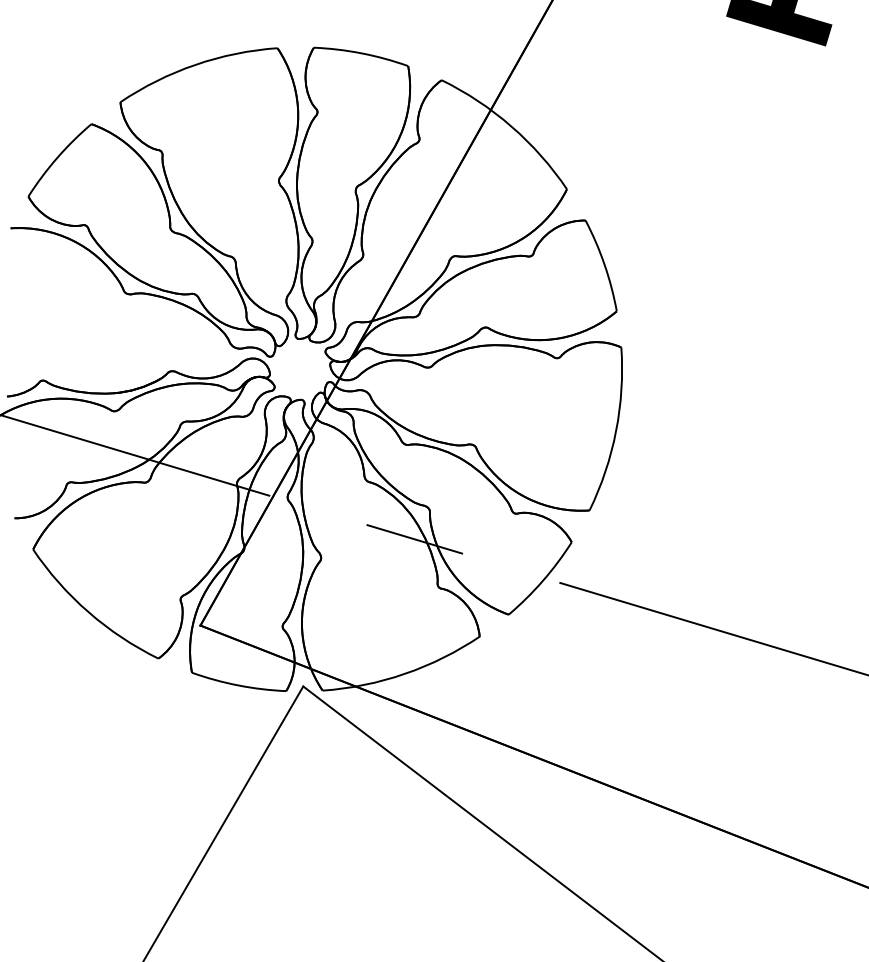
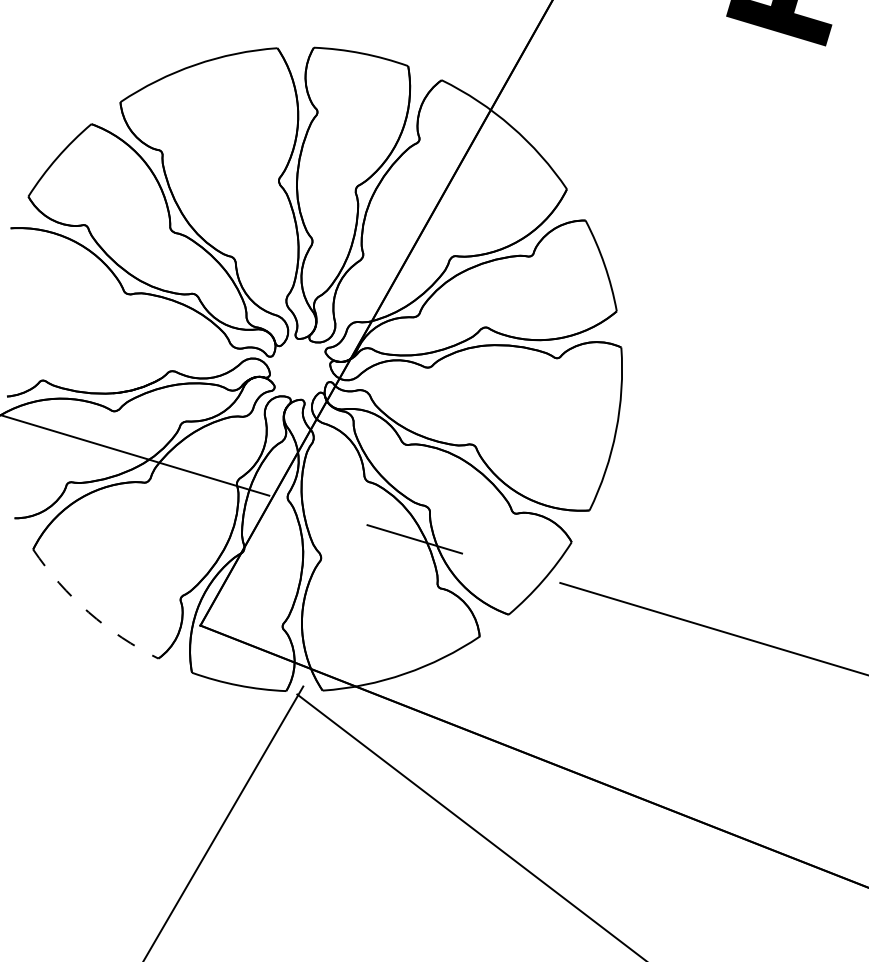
arc at (88, 612): solid -> dashed
line at (481, 822) position: (481, 822) -> (470, 826)
